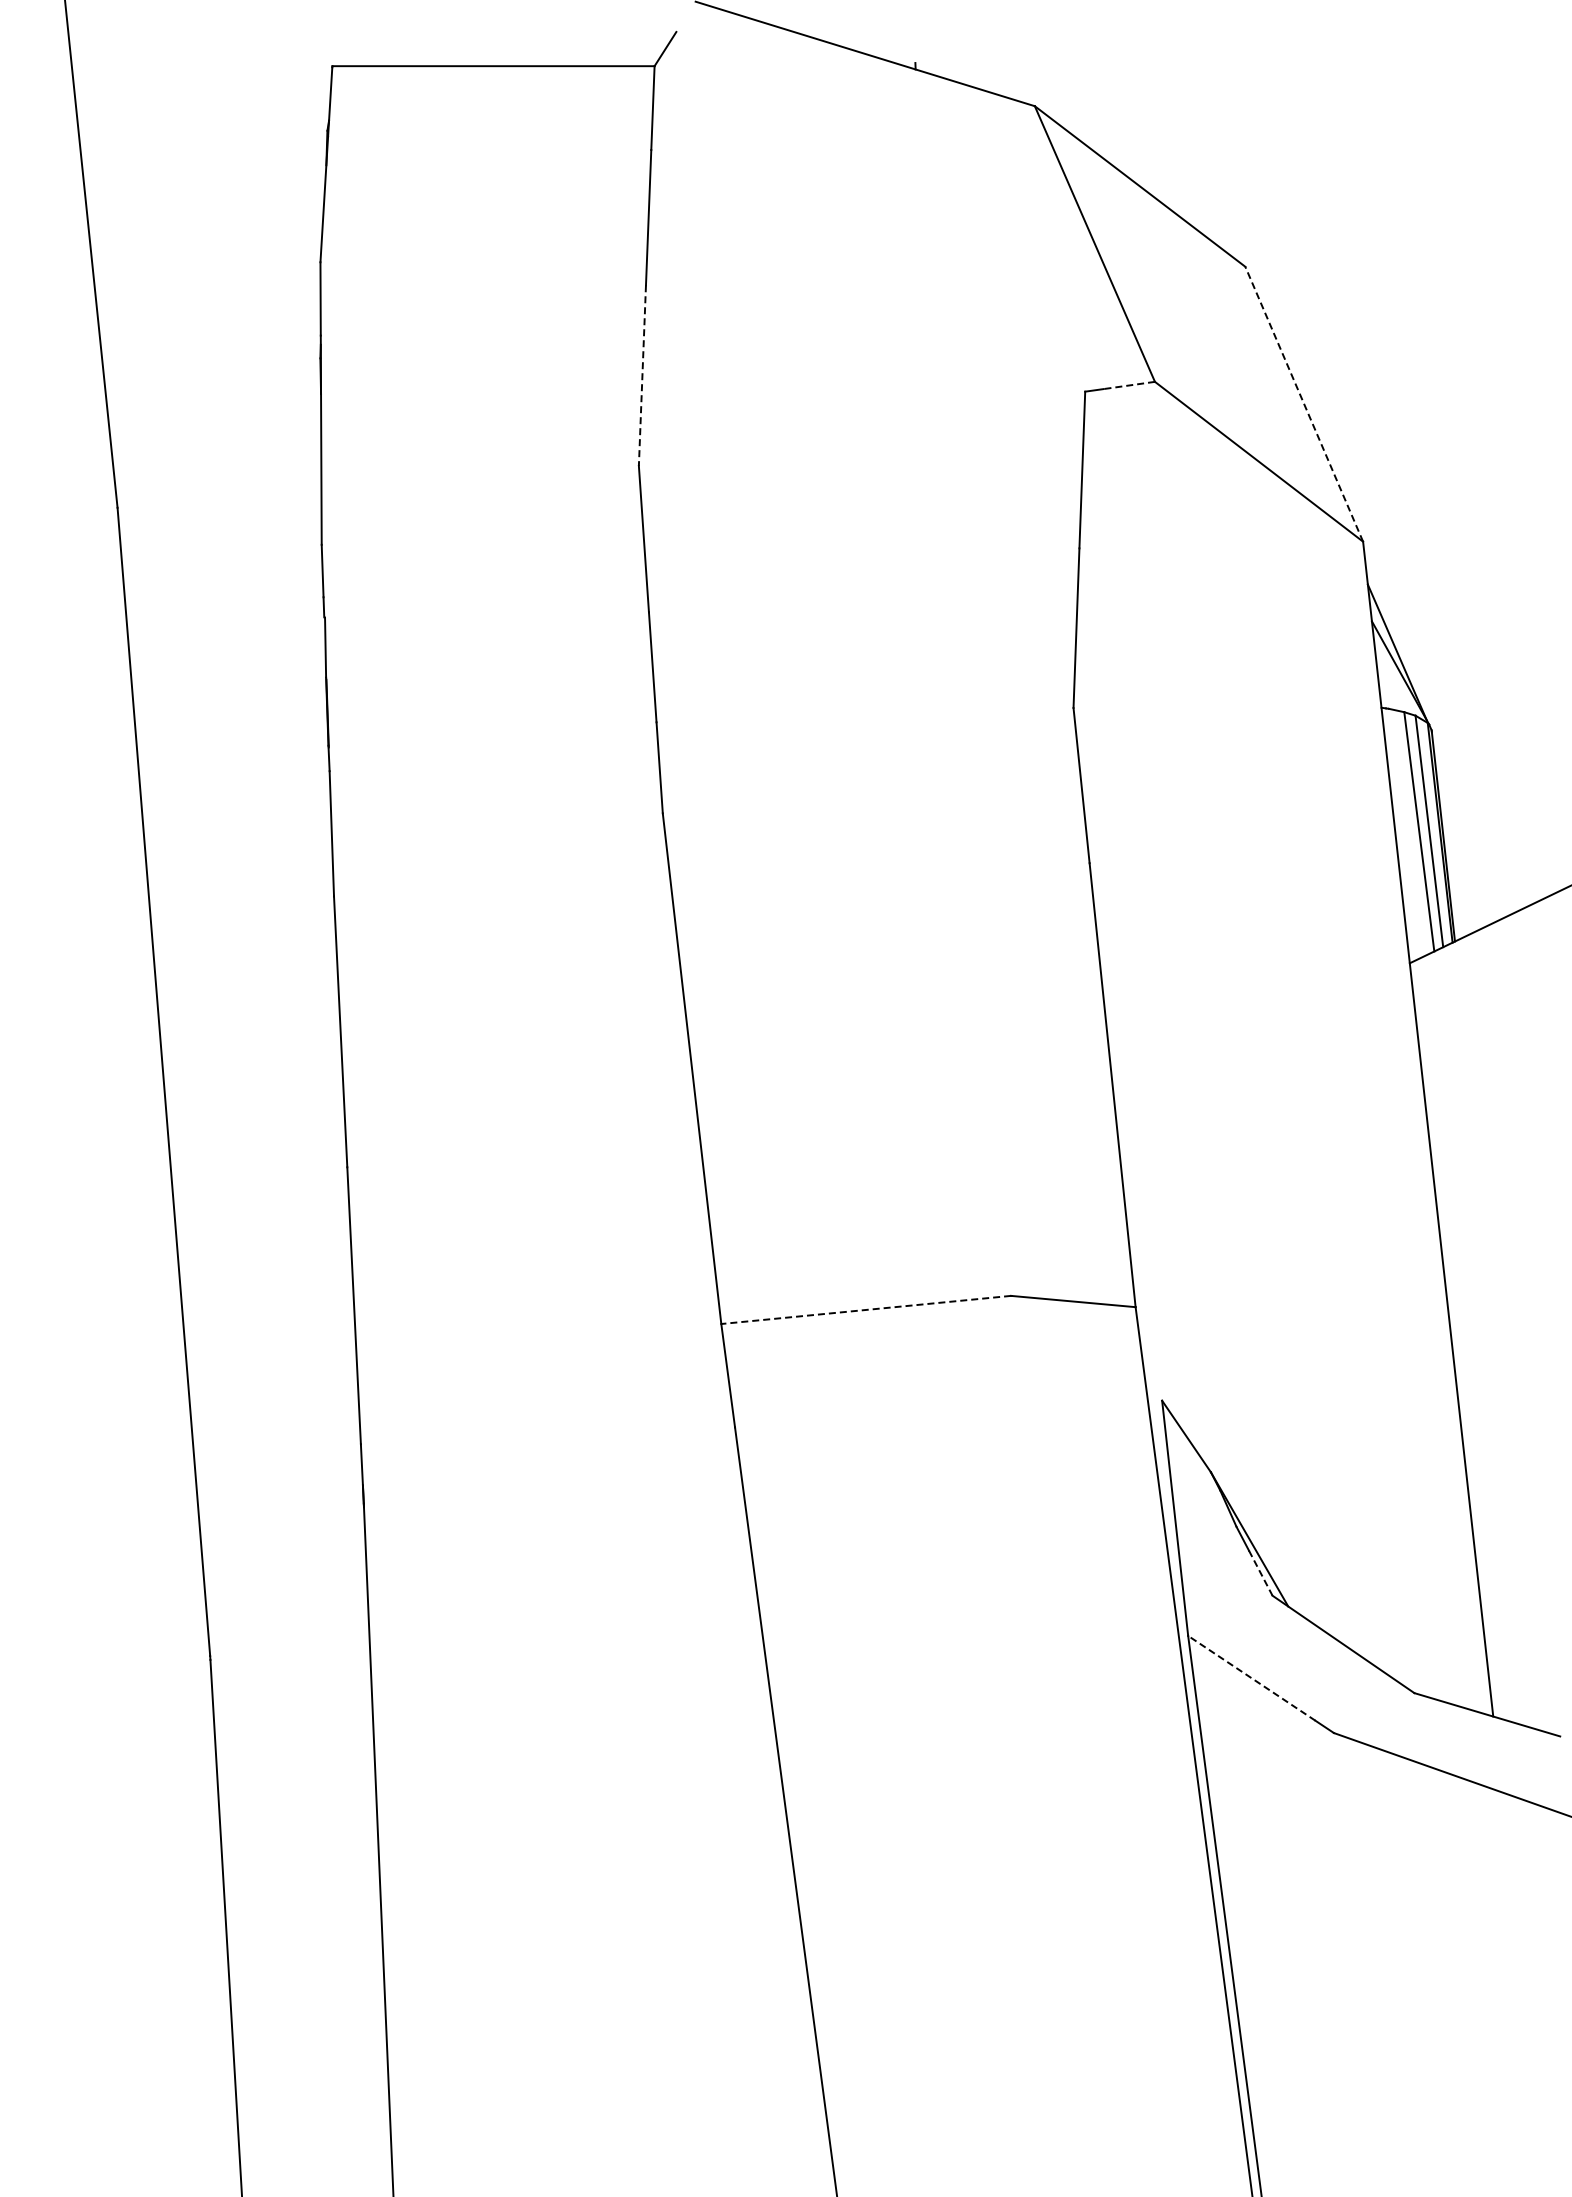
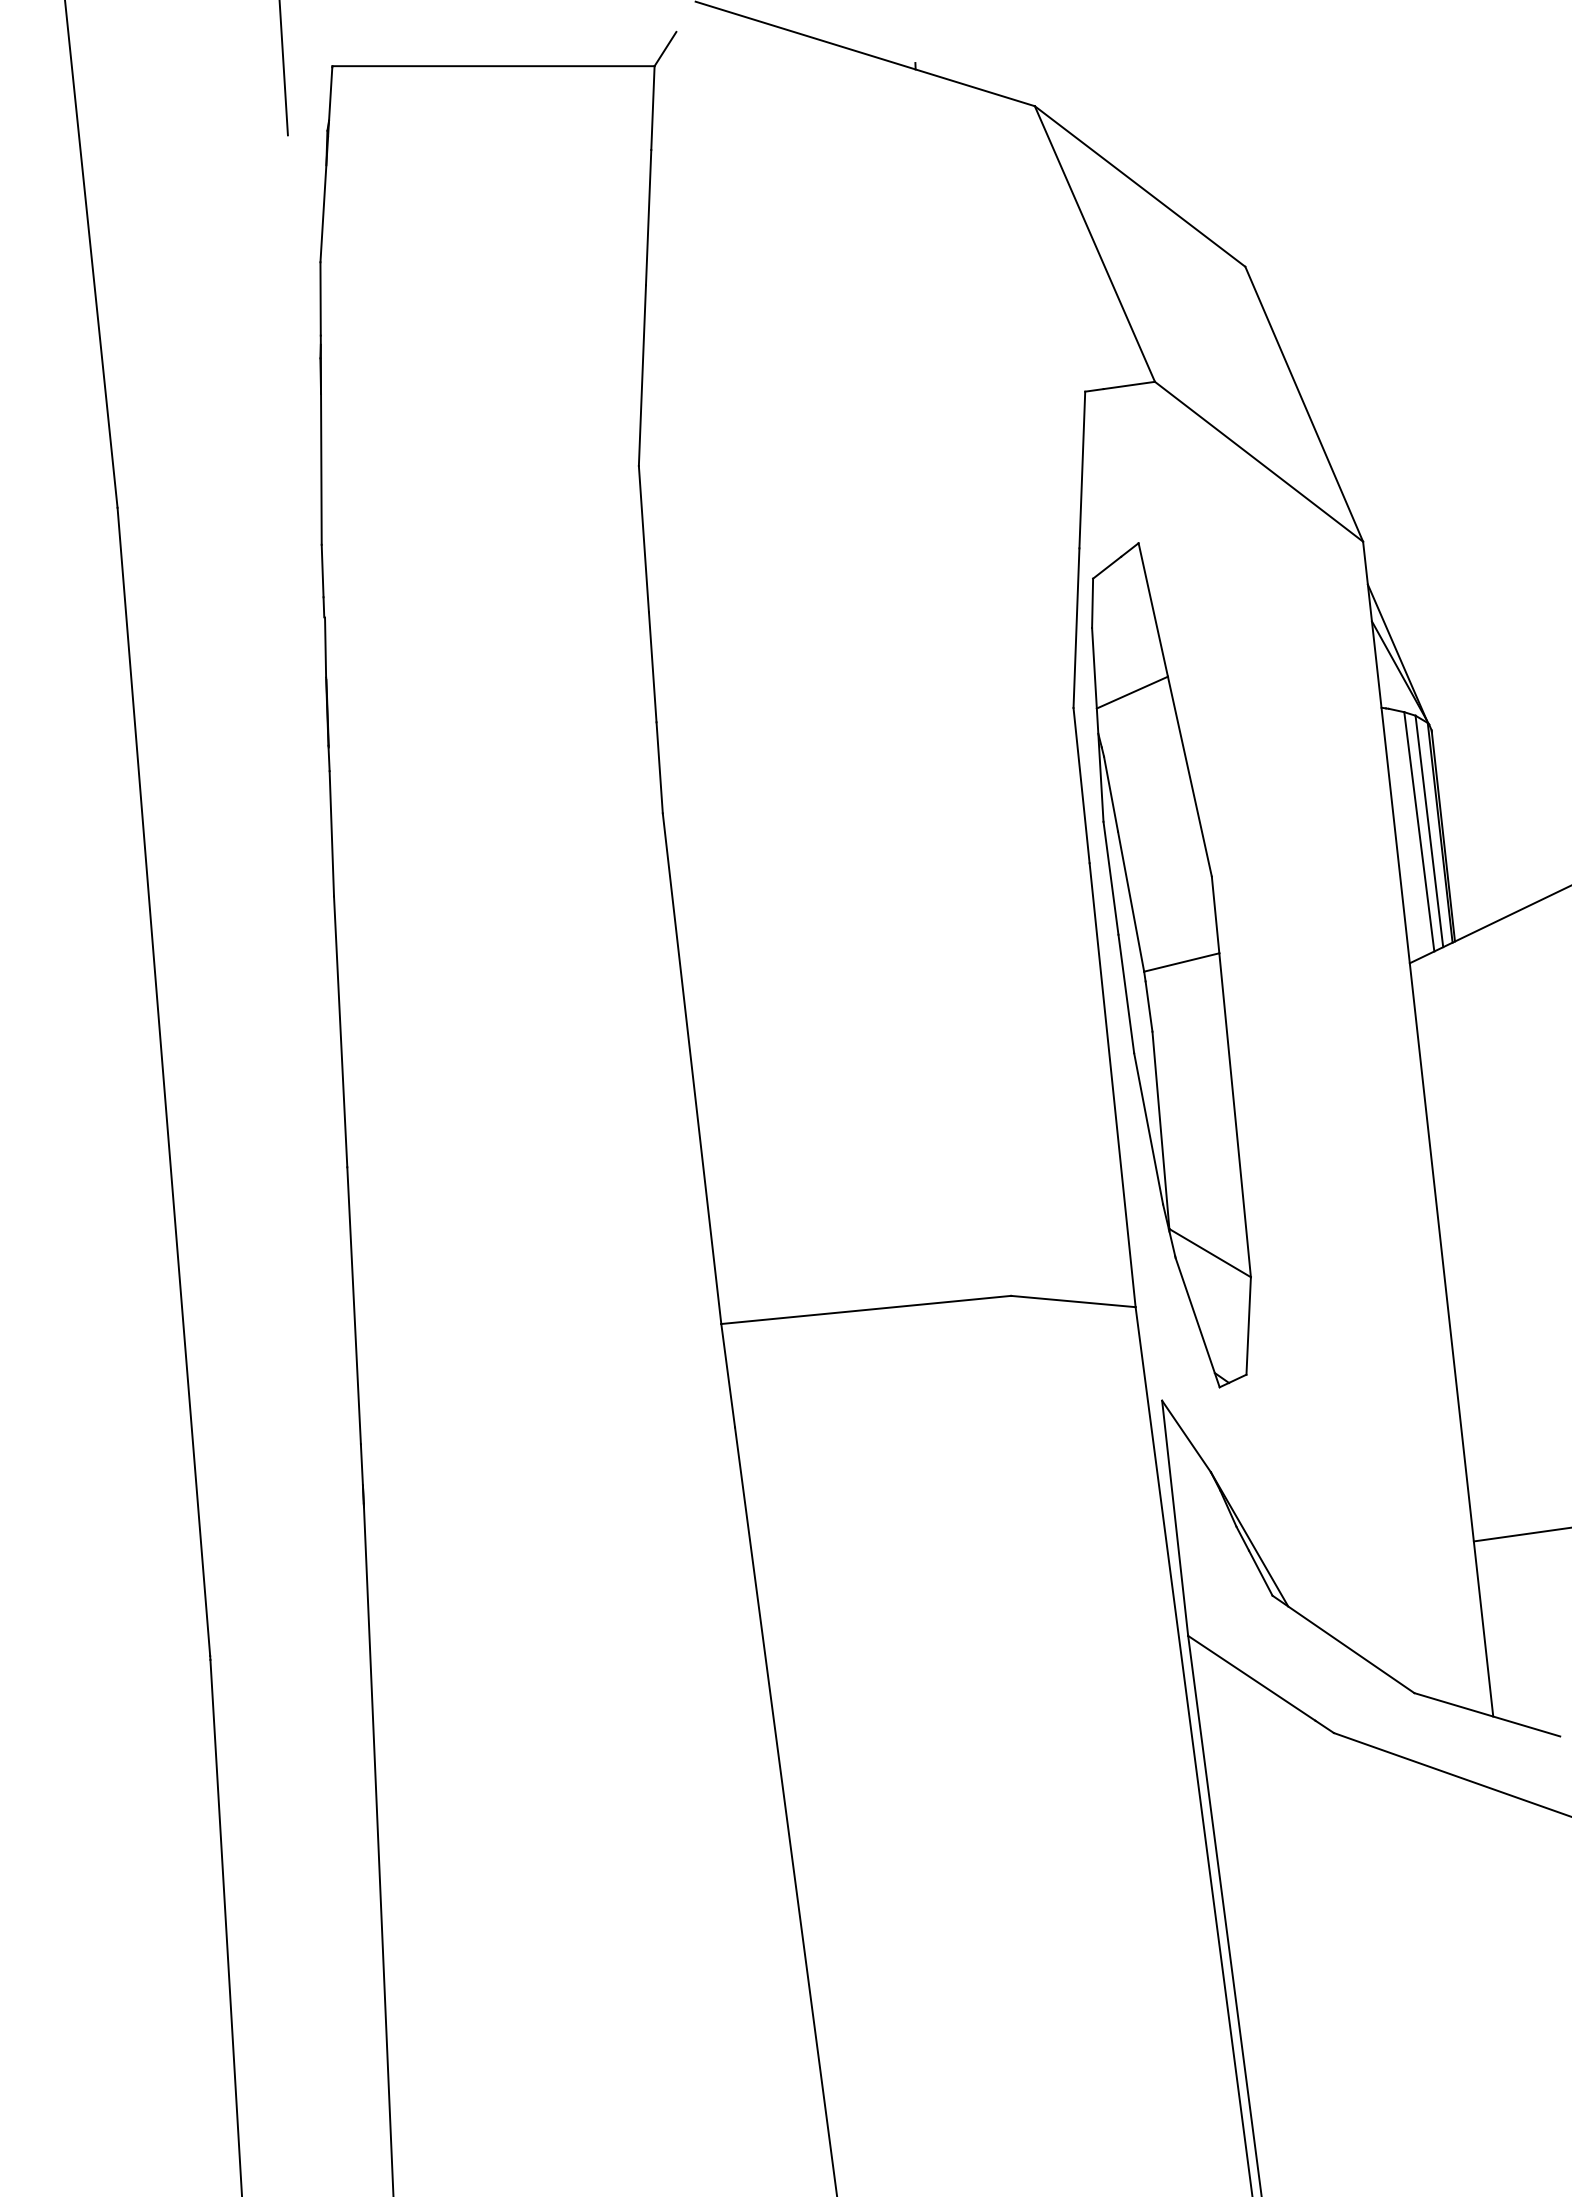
line at (283, 68): none -> present
line at (642, 376): dashed -> solid
line at (1129, 385): dashed -> solid
line at (1304, 404): dashed -> solid
part at (1171, 965): none -> present
line at (866, 1309): dashed -> solid
line at (1520, 1534): none -> present
line at (1261, 1573): dashed -> solid
line at (1251, 1678): dashed -> solid
